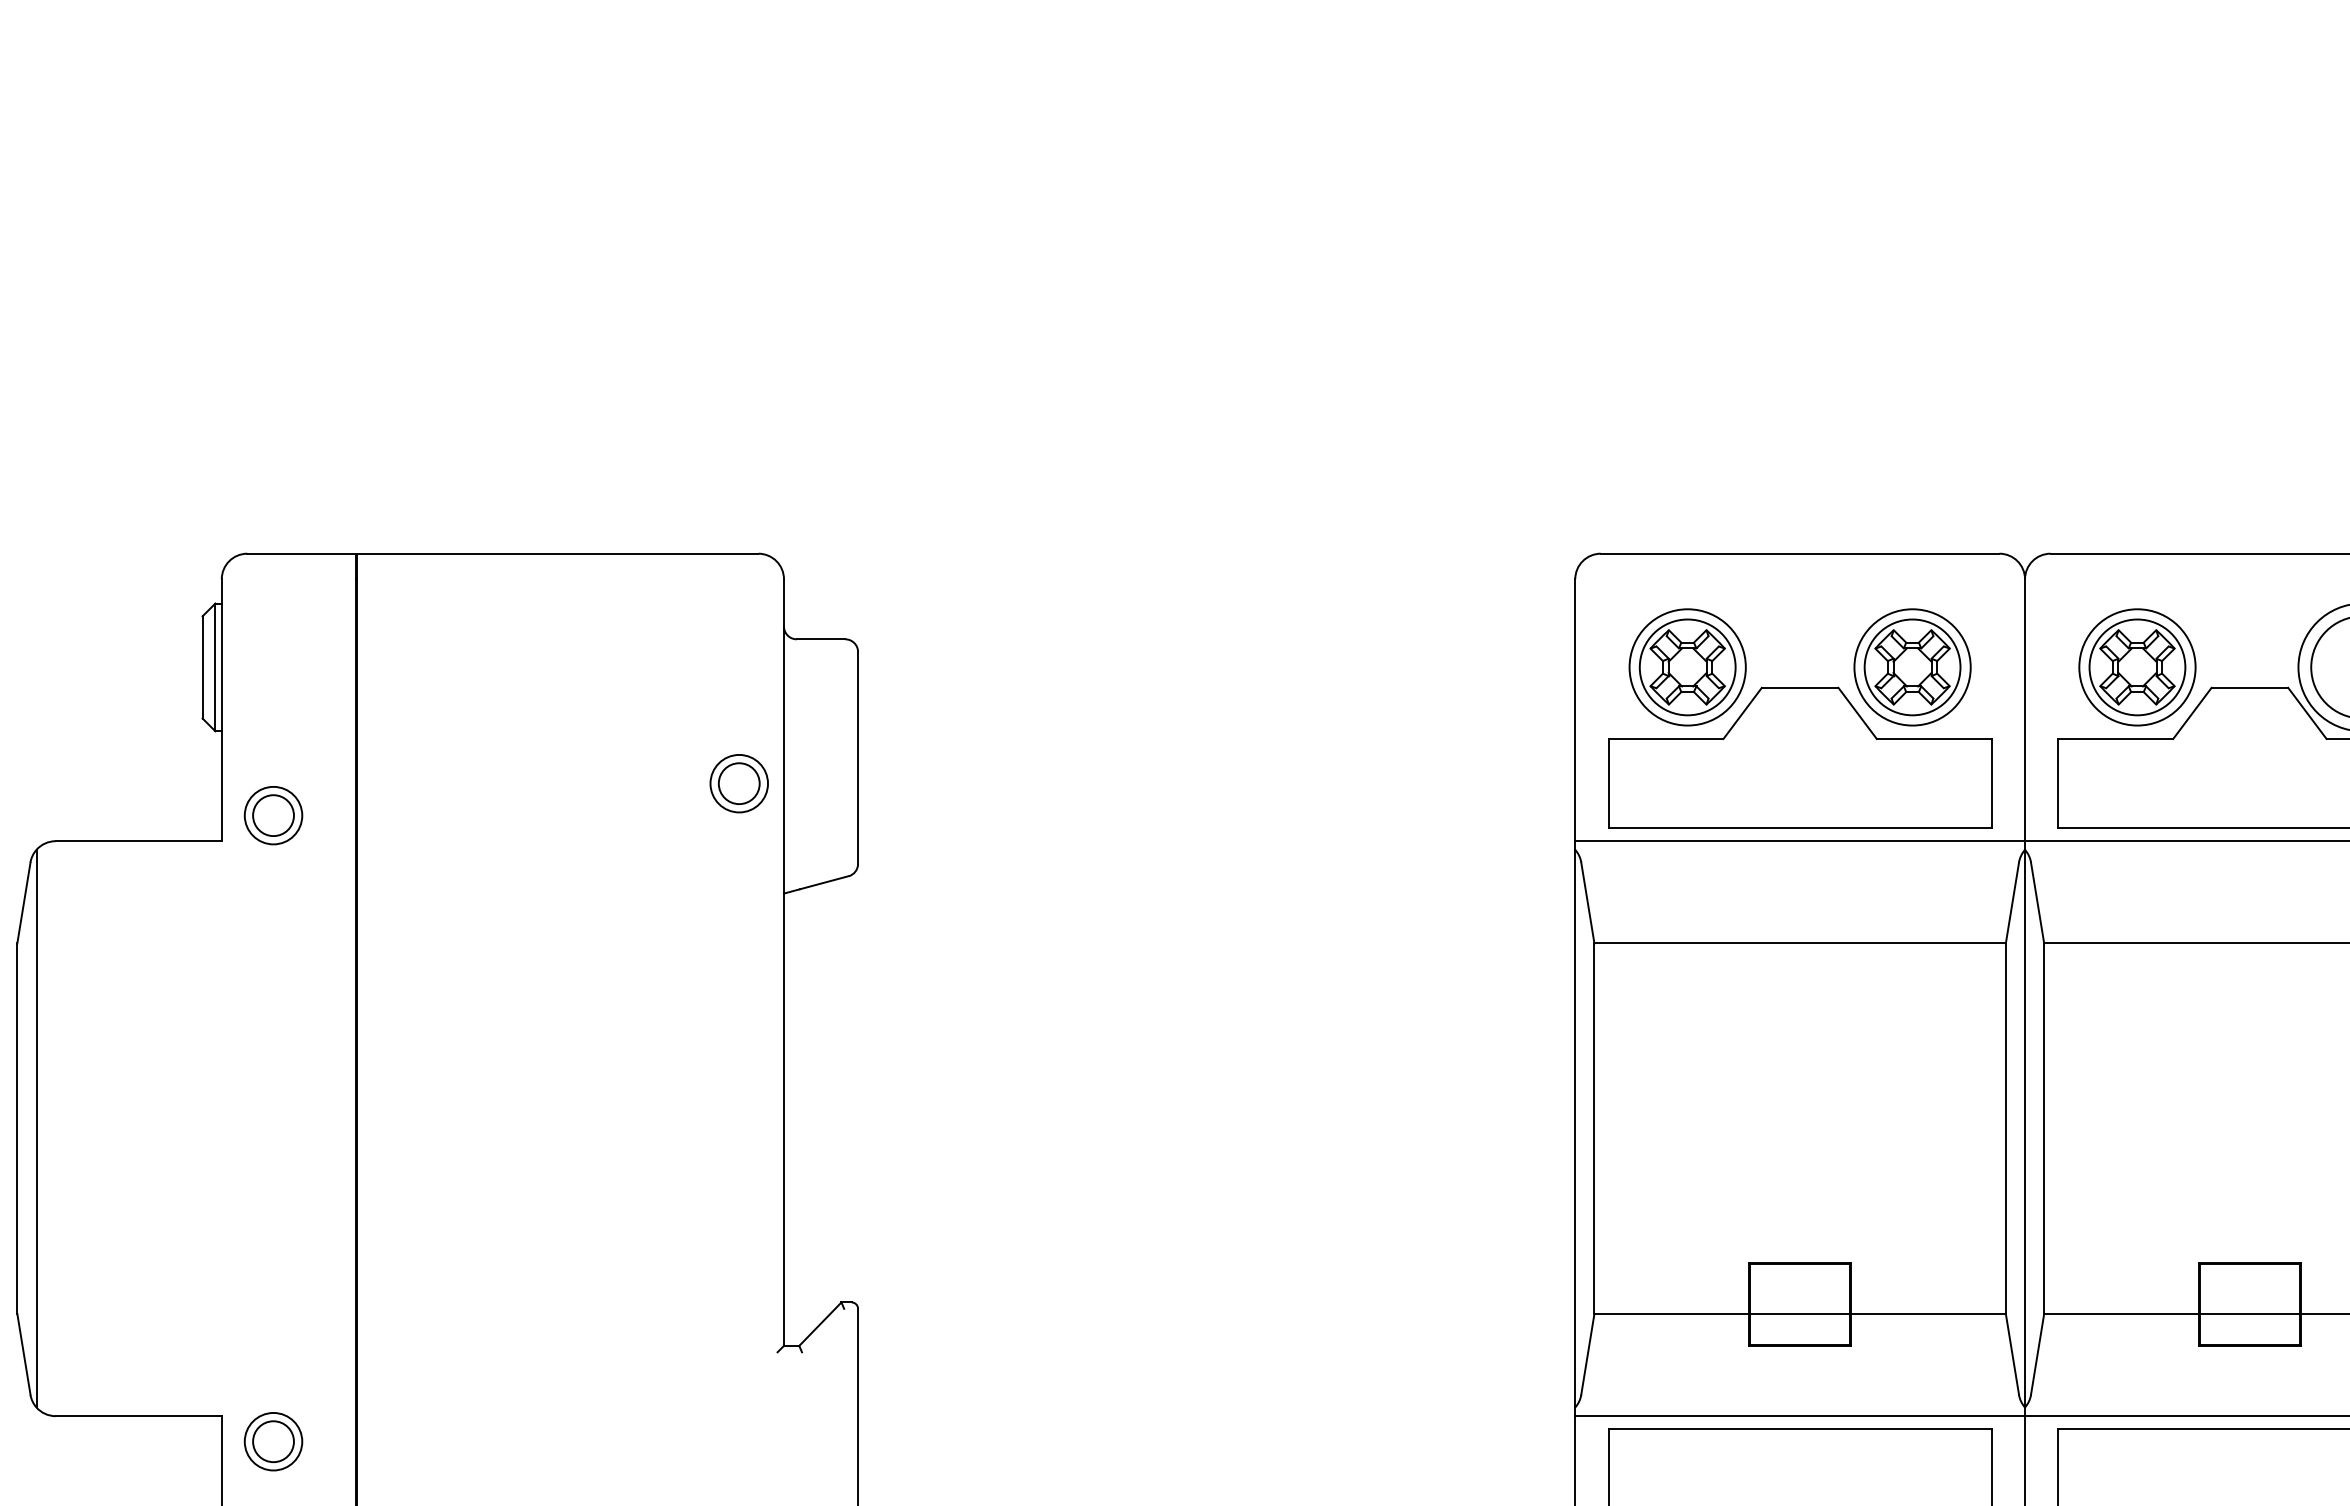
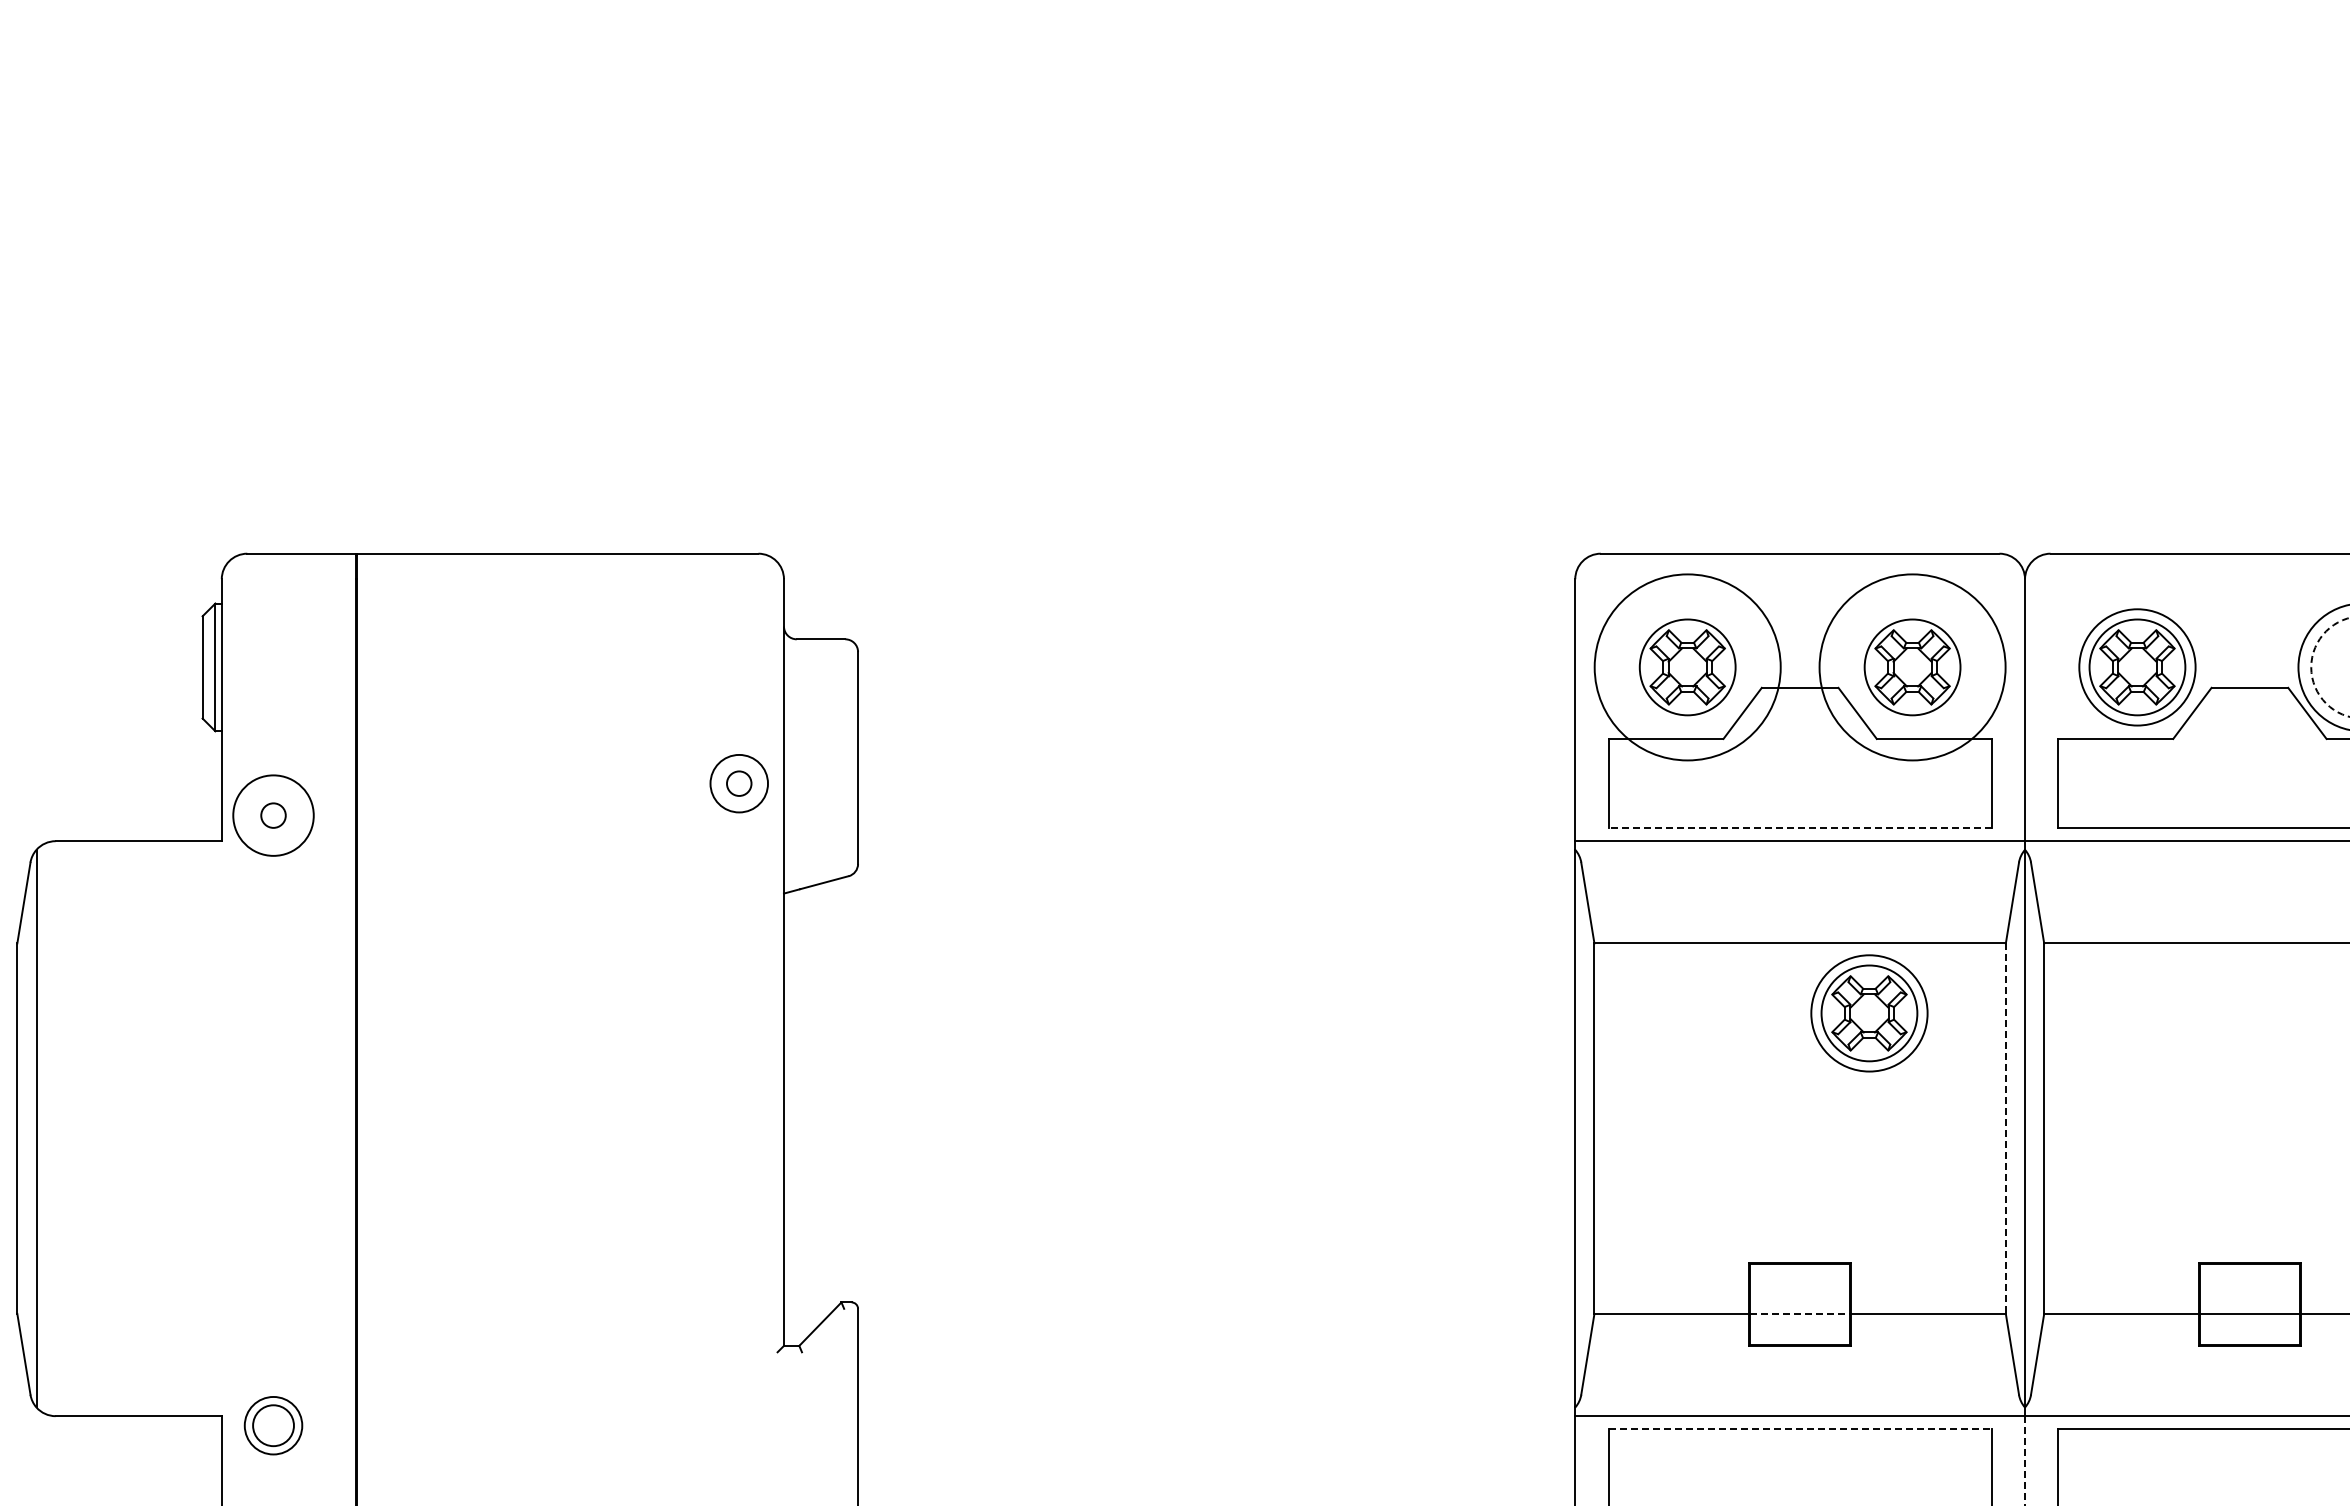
circle at (2330, 666): solid -> dashed
circle at (1687, 667) diameter: 116 px -> 186 px
circle at (1912, 667) diameter: 116 px -> 186 px
circle at (738, 783) diameter: 41 px -> 25 px
circle at (273, 815) diameter: 41 px -> 25 px
circle at (273, 815) diameter: 57 px -> 80 px
line at (1800, 828): solid -> dashed
part at (1869, 1013): none -> present
line at (2005, 1129): solid -> dashed
line at (1800, 1313): solid -> dashed
line at (1800, 1428): solid -> dashed
part at (273, 1441) position: (273, 1441) -> (273, 1425)
line at (2025, 1461): solid -> dashed
